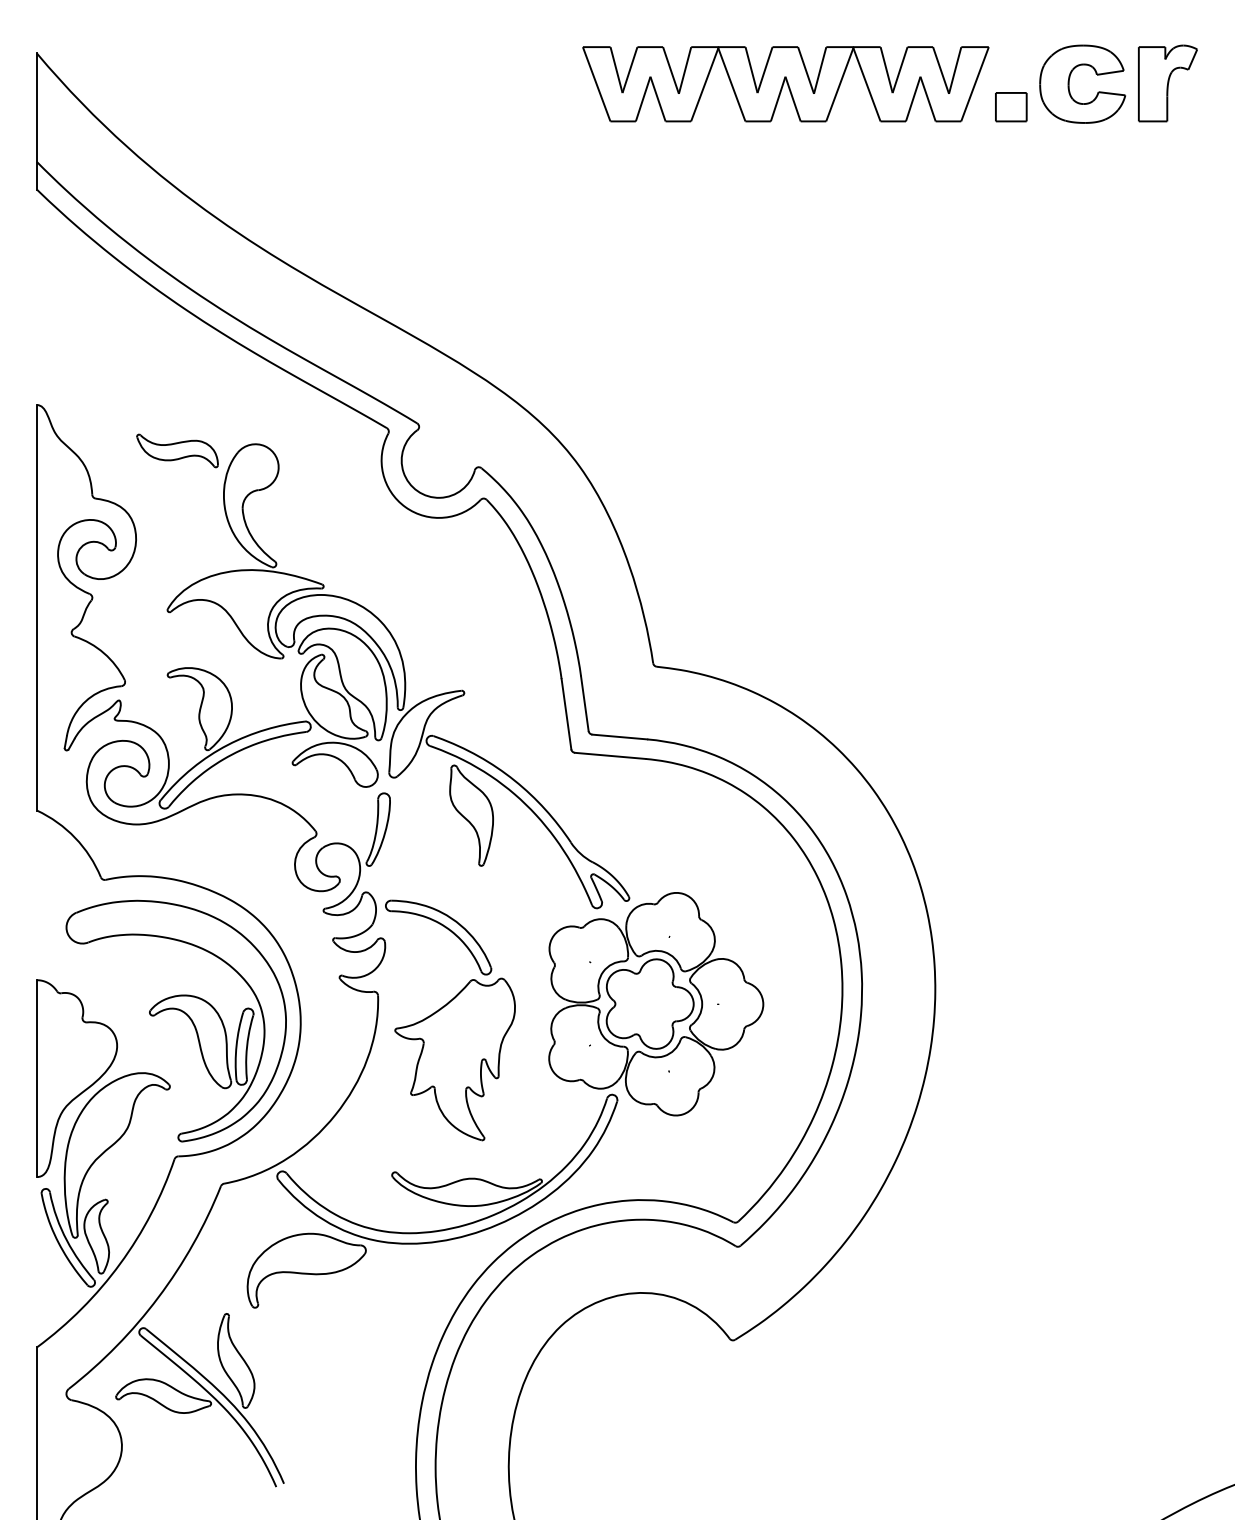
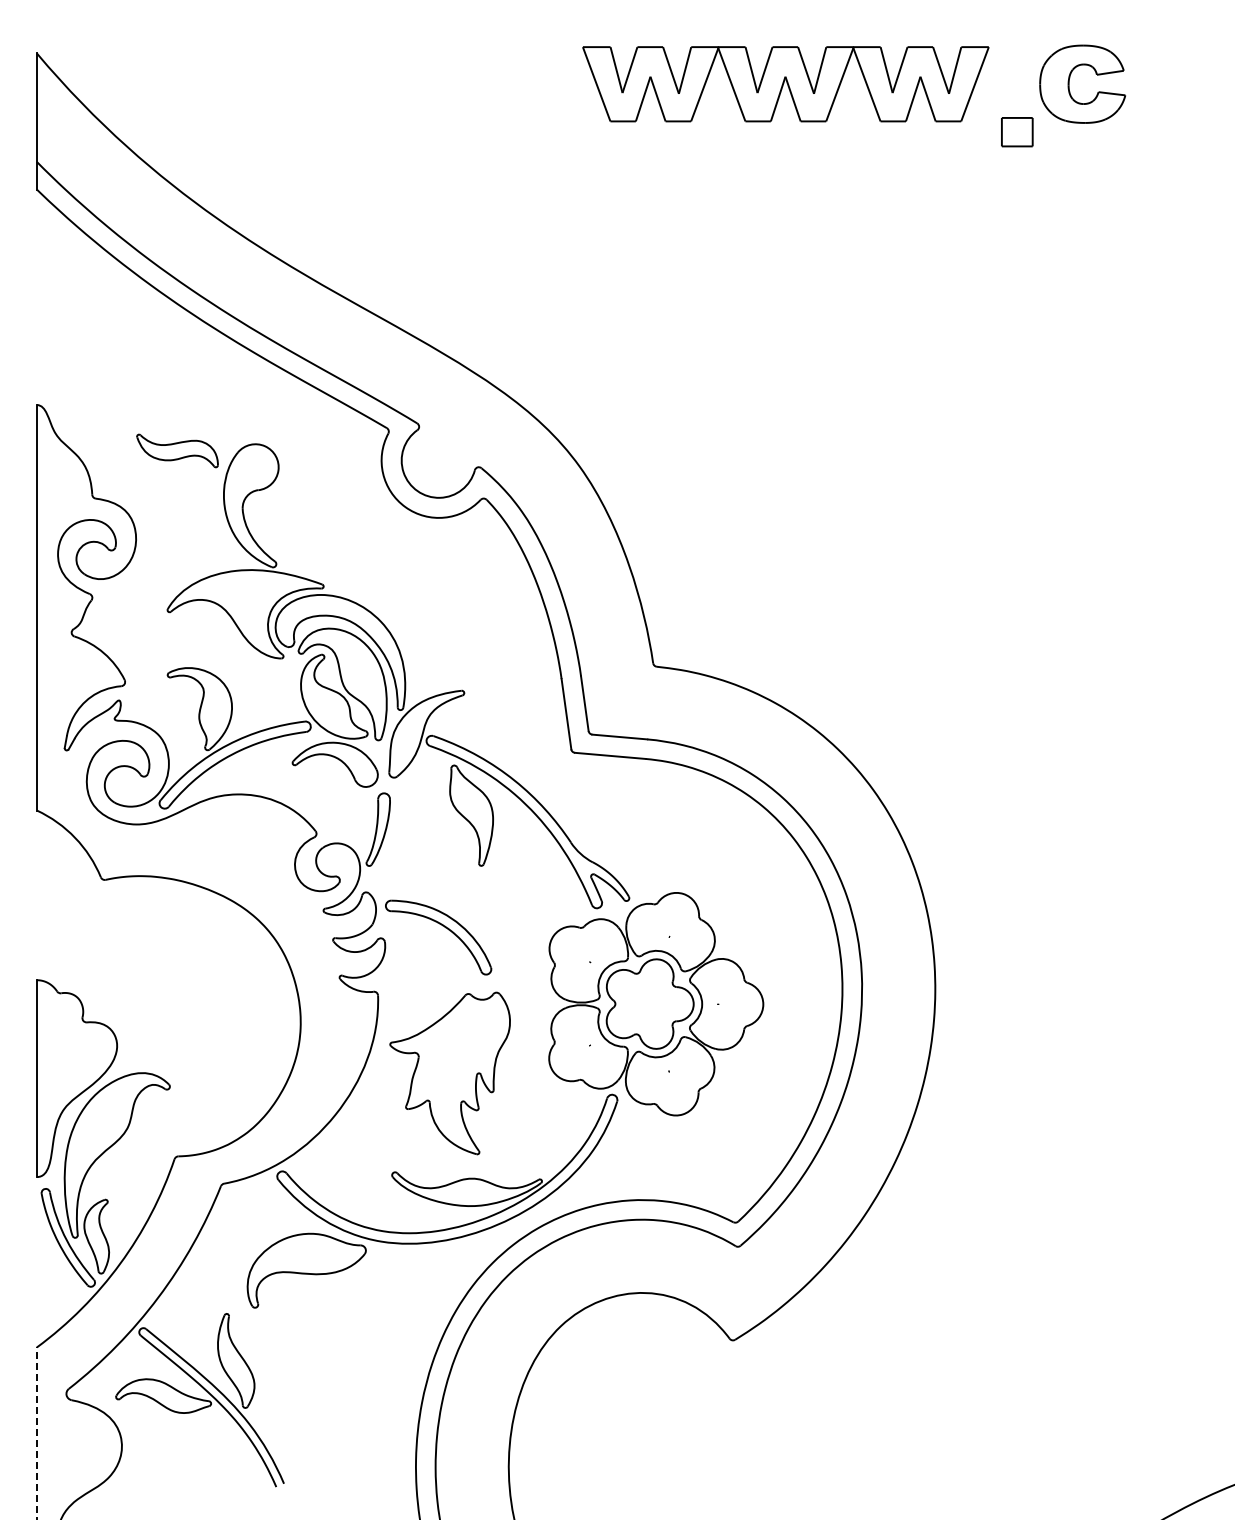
part at (1167, 83): present -> none
part at (1011, 107) position: (1011, 107) -> (1017, 132)
part at (177, 1010): present -> none
part at (454, 1059) position: (454, 1059) -> (449, 1073)
line at (36, 1433): solid -> dashed
